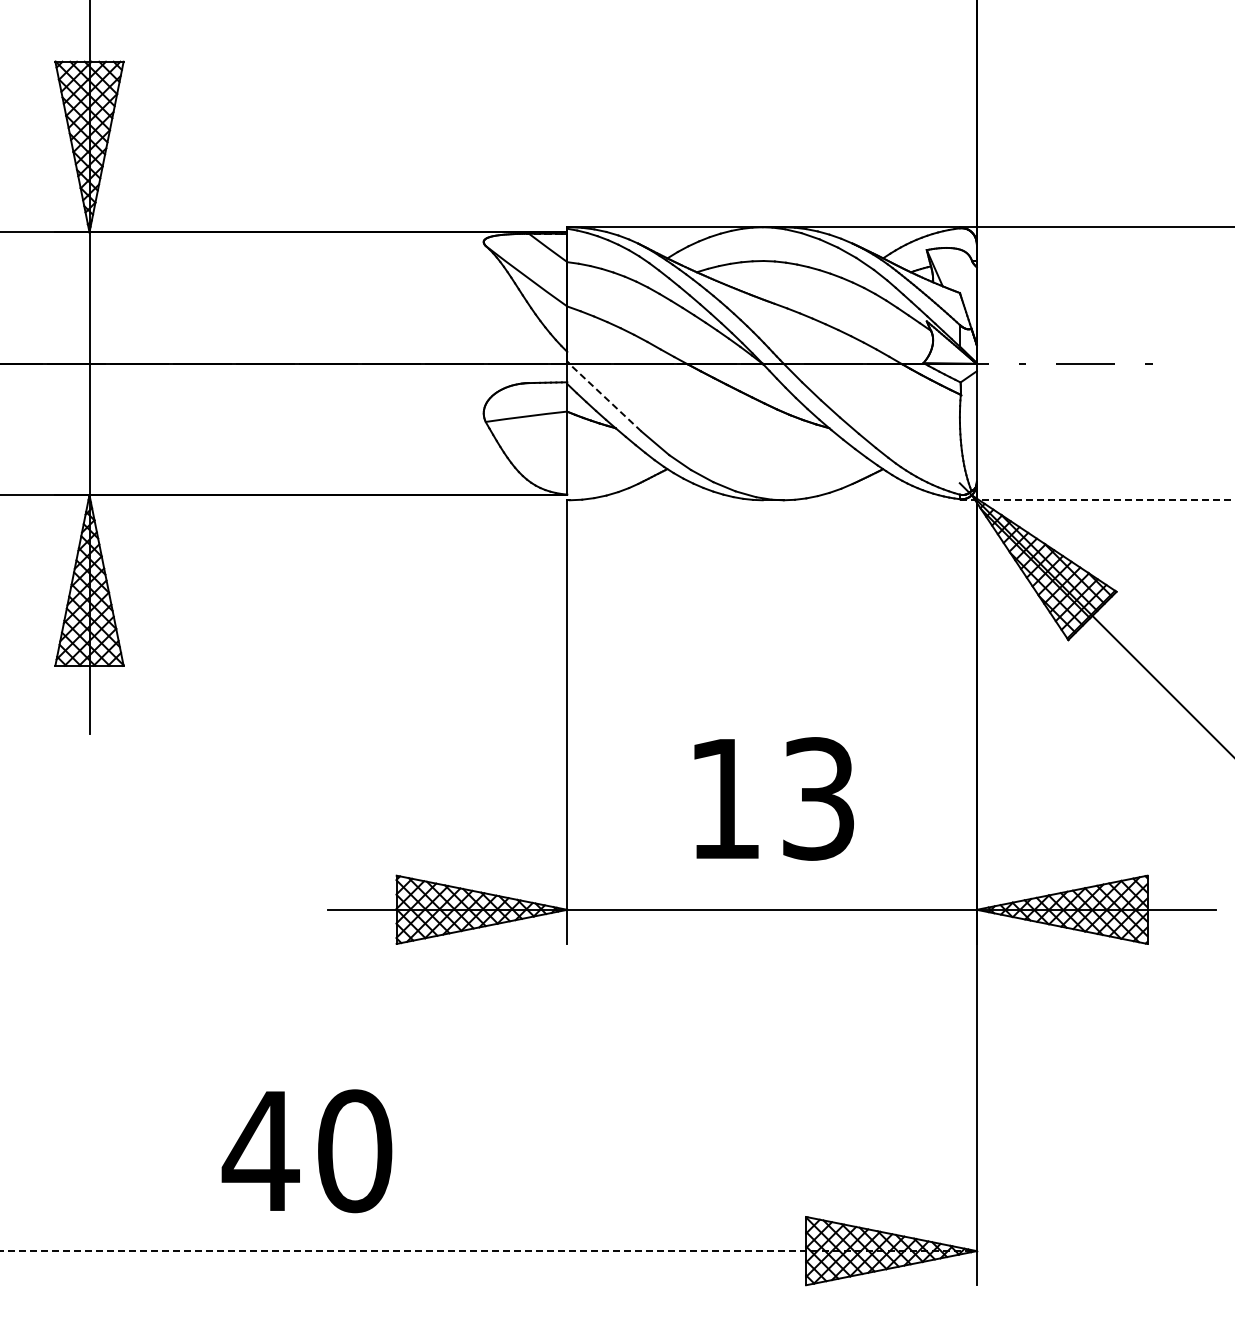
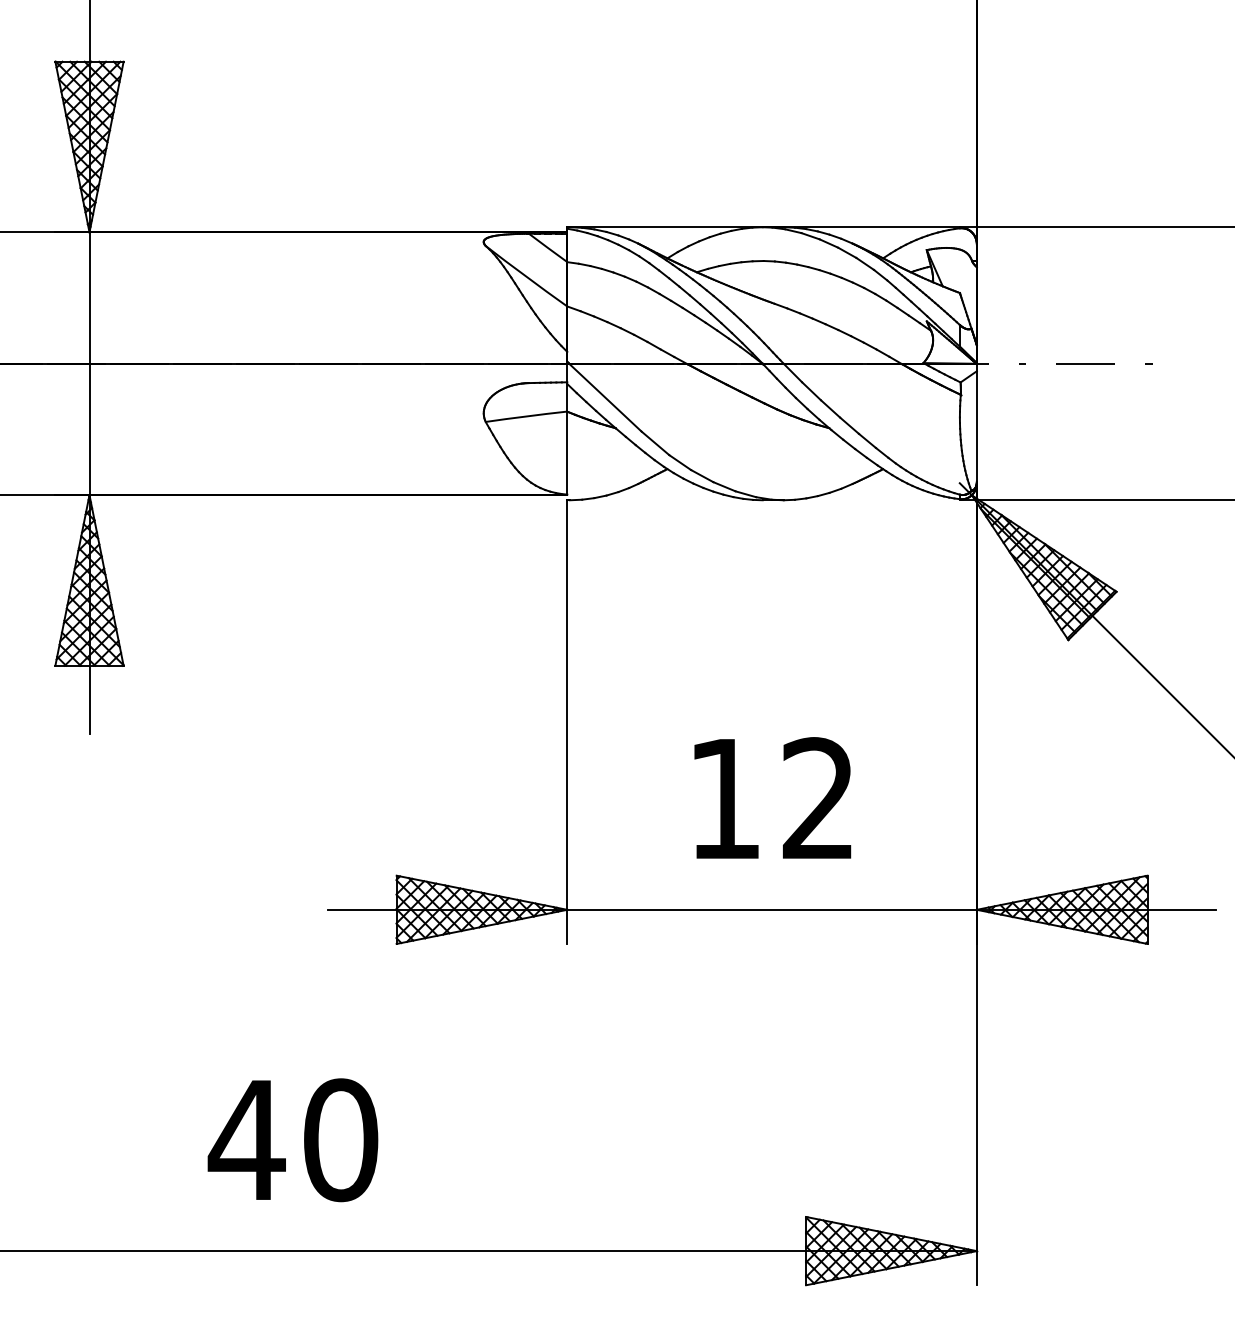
line at (605, 397): dashed -> solid
line at (1097, 500): dashed -> solid
text at (817, 798): 13 -> 12
text at (306, 1151) position: (306, 1151) -> (292, 1140)
line at (489, 1251): dashed -> solid
